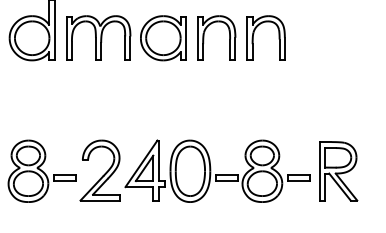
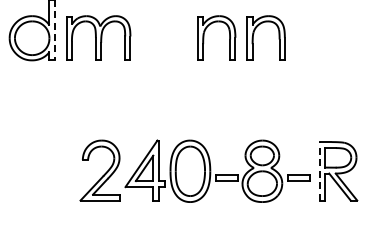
line at (54, 30): solid -> dashed
part at (163, 38): present -> none
part at (41, 170): present -> none
line at (319, 170): solid -> dashed
